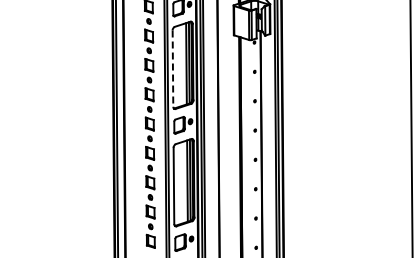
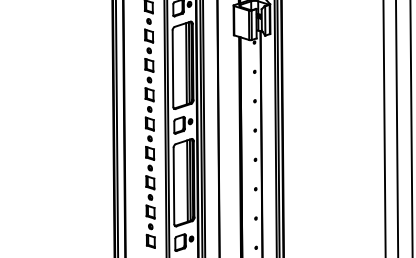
line at (172, 69): dashed -> solid
line at (384, 128): none -> present
line at (397, 128): none -> present
